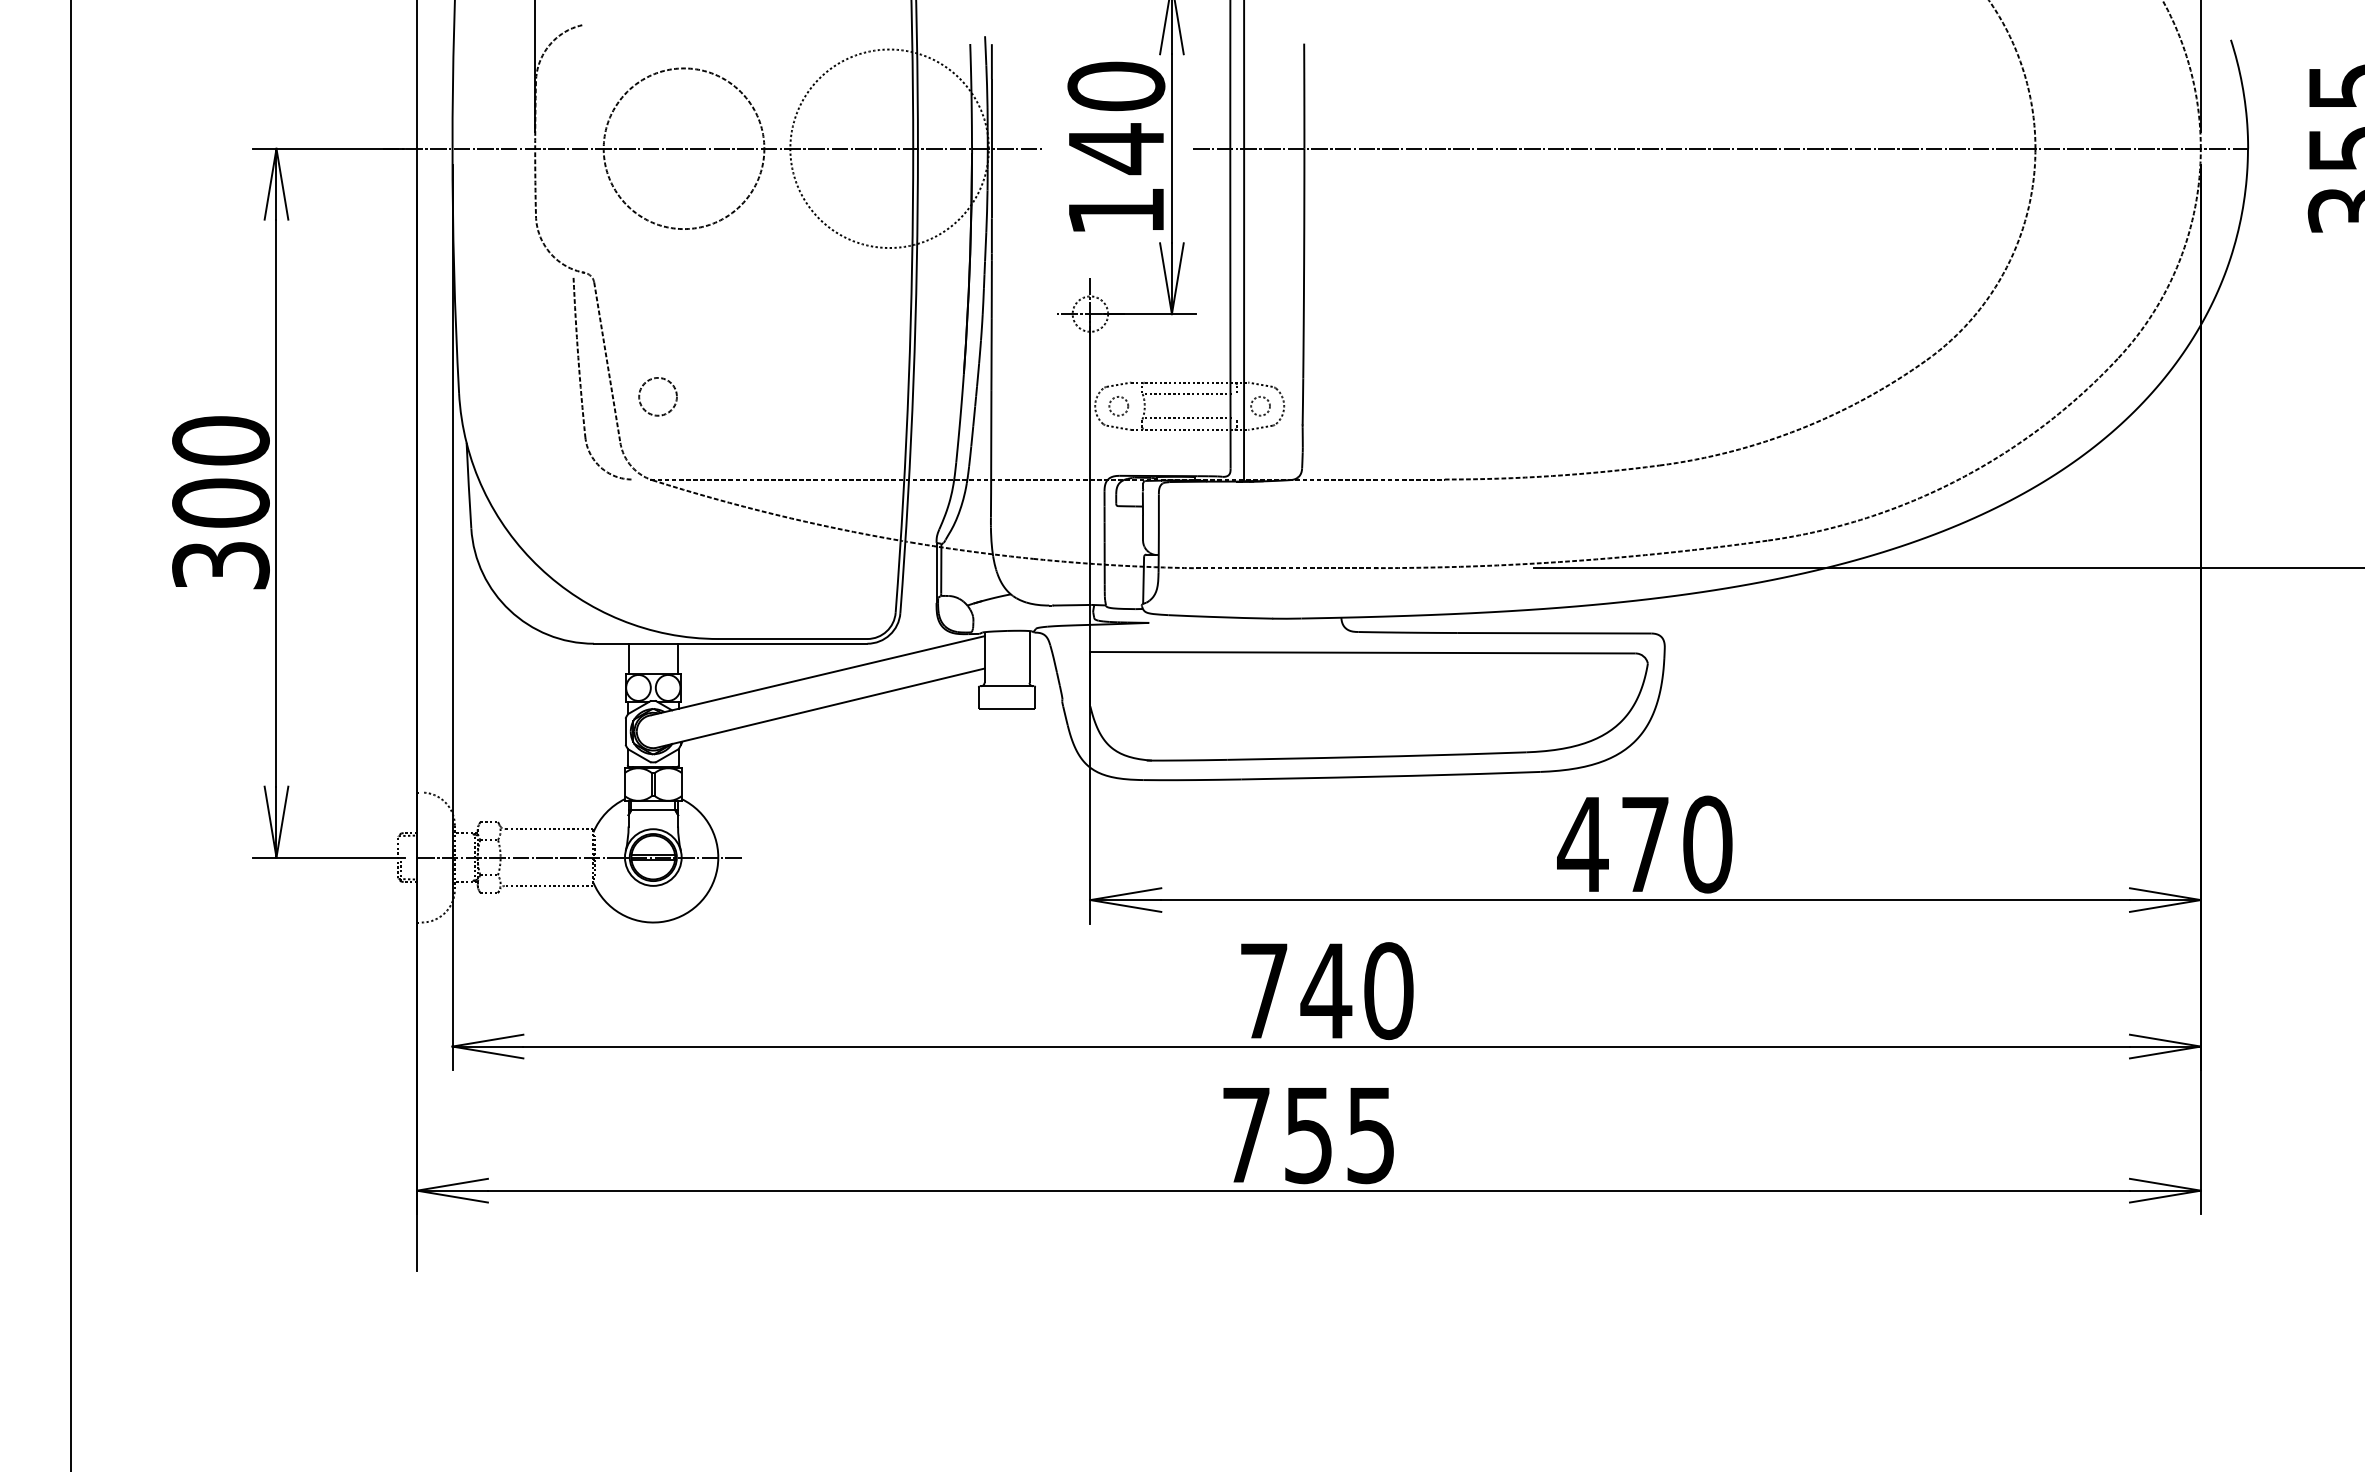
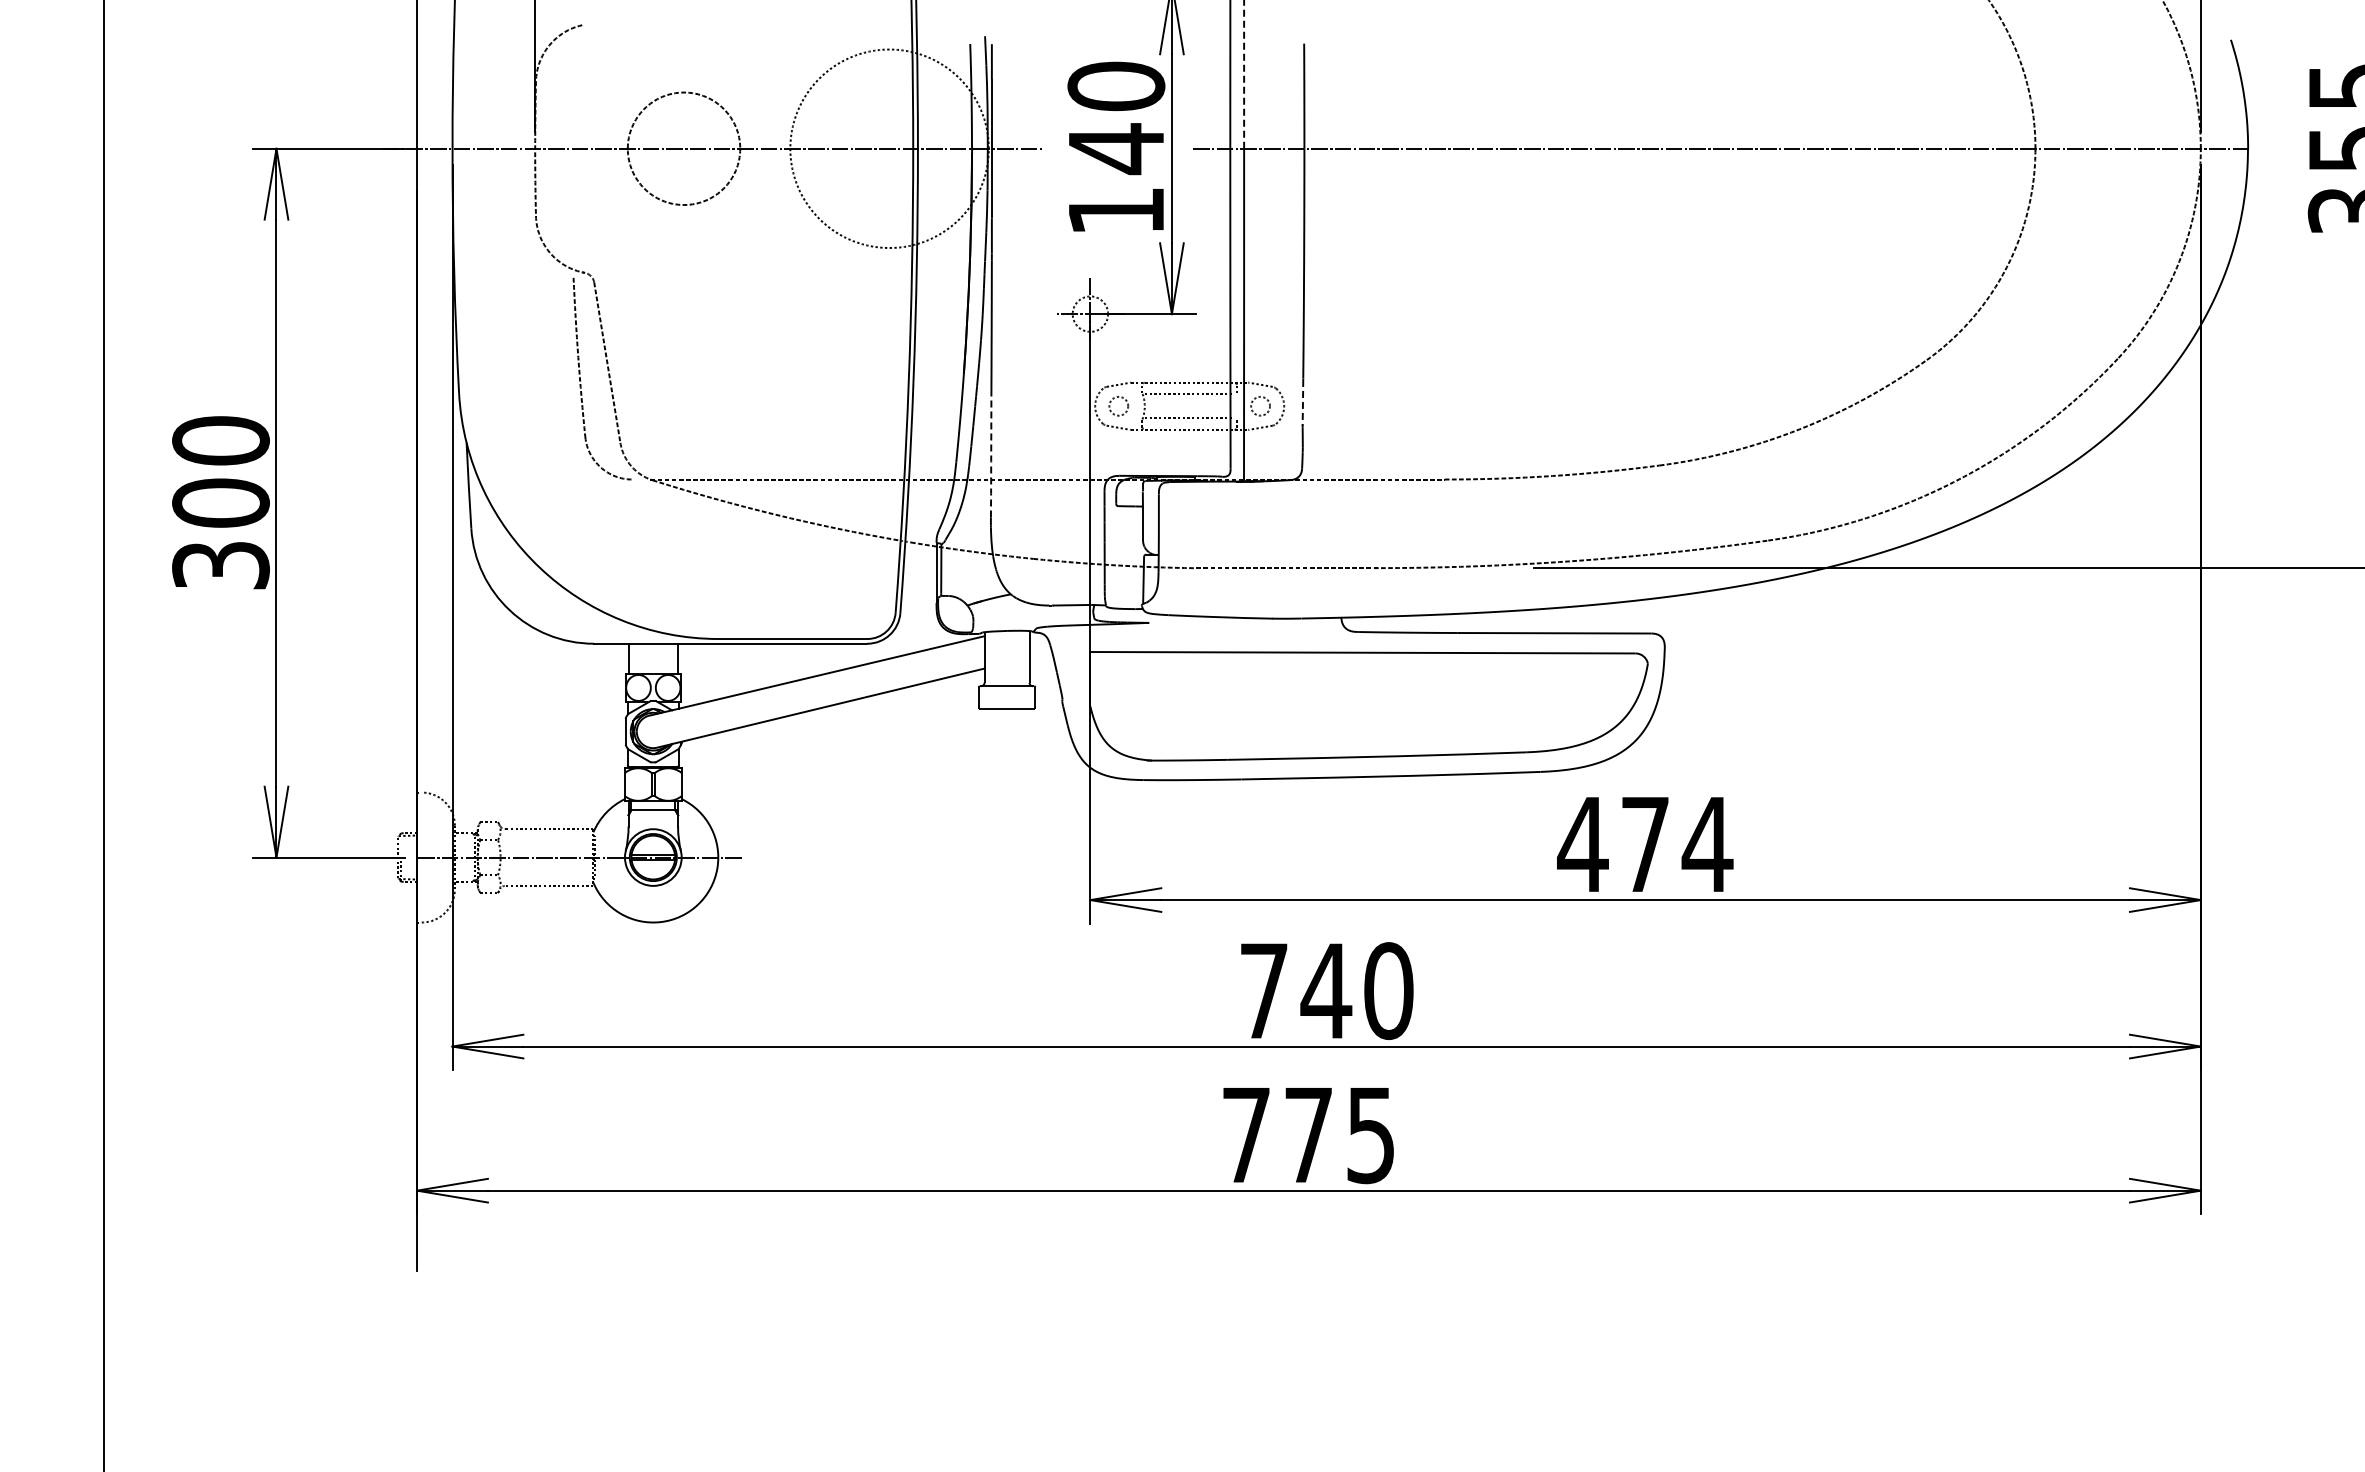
line at (1244, 74): solid -> dashed
circle at (683, 148) diameter: 161 px -> 112 px
circle at (657, 396): present -> none
line at (1303, 402): solid -> dashed
line at (991, 455): solid -> dashed
line at (70, 735) position: (70, 735) -> (103, 735)
text at (1707, 844): 470 -> 474
text at (1308, 1136): 755 -> 775
